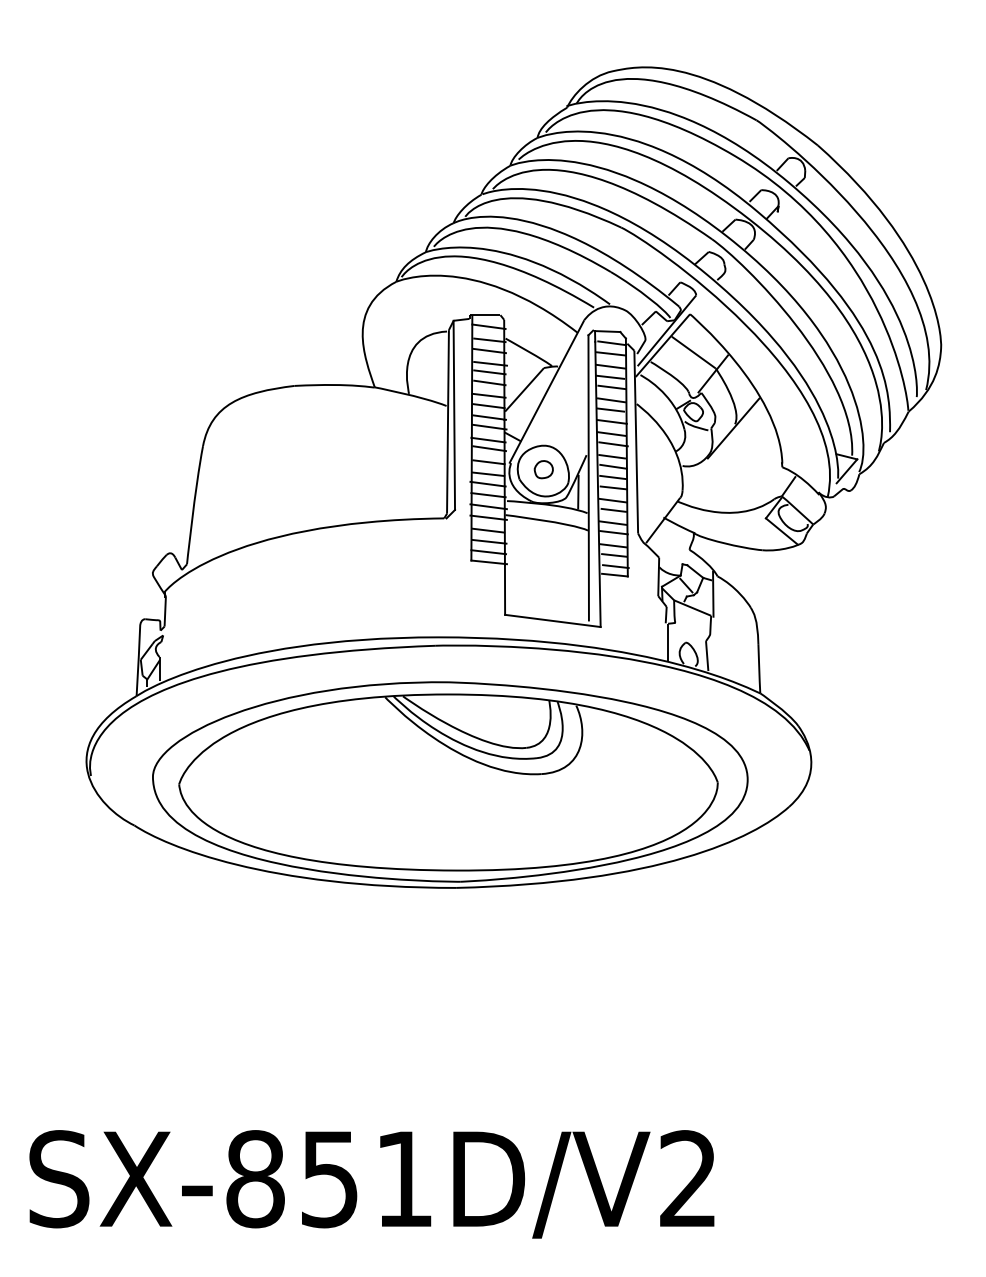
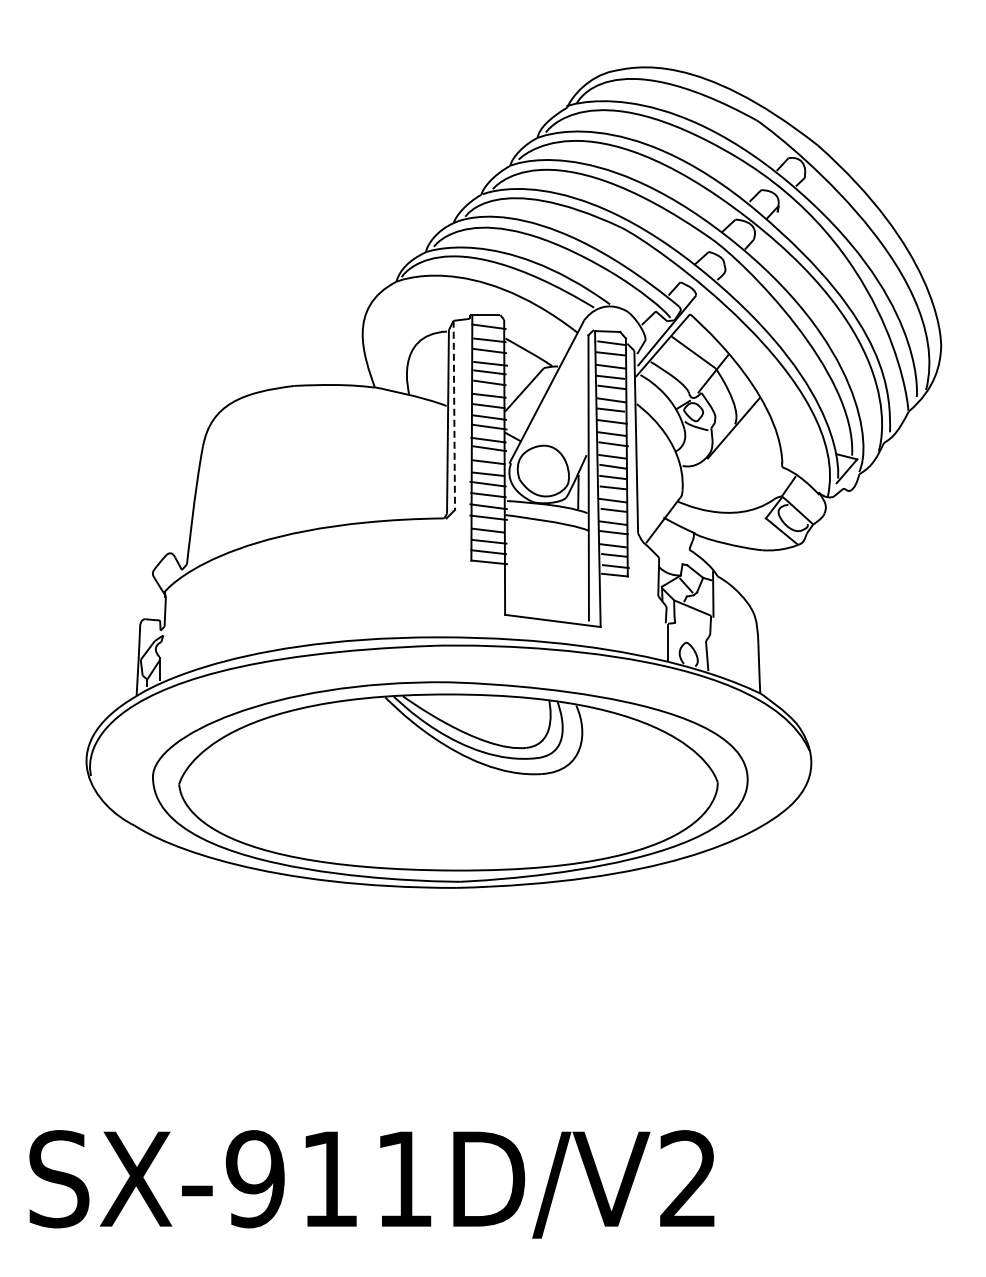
line at (454, 415): solid -> dashed
part at (543, 469): present -> none
text at (291, 1179): SX-851D/V2 -> SX-911D/V2
